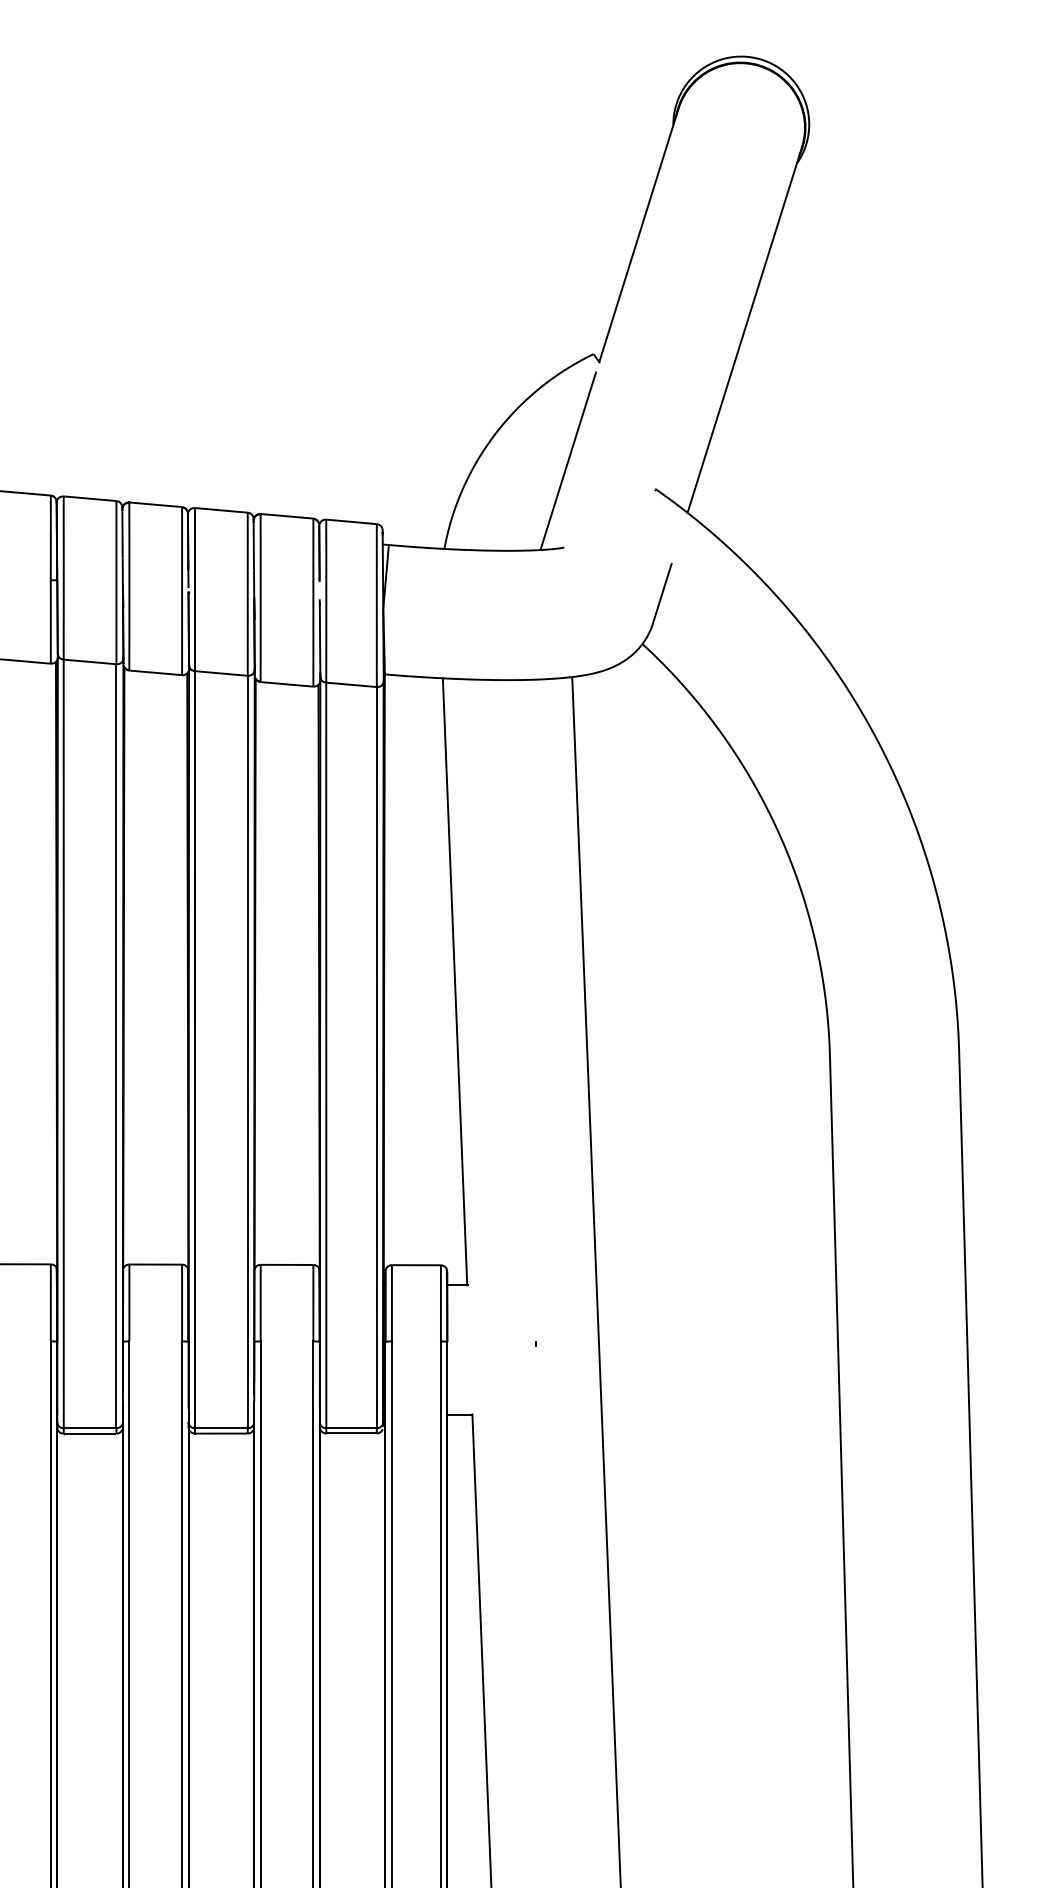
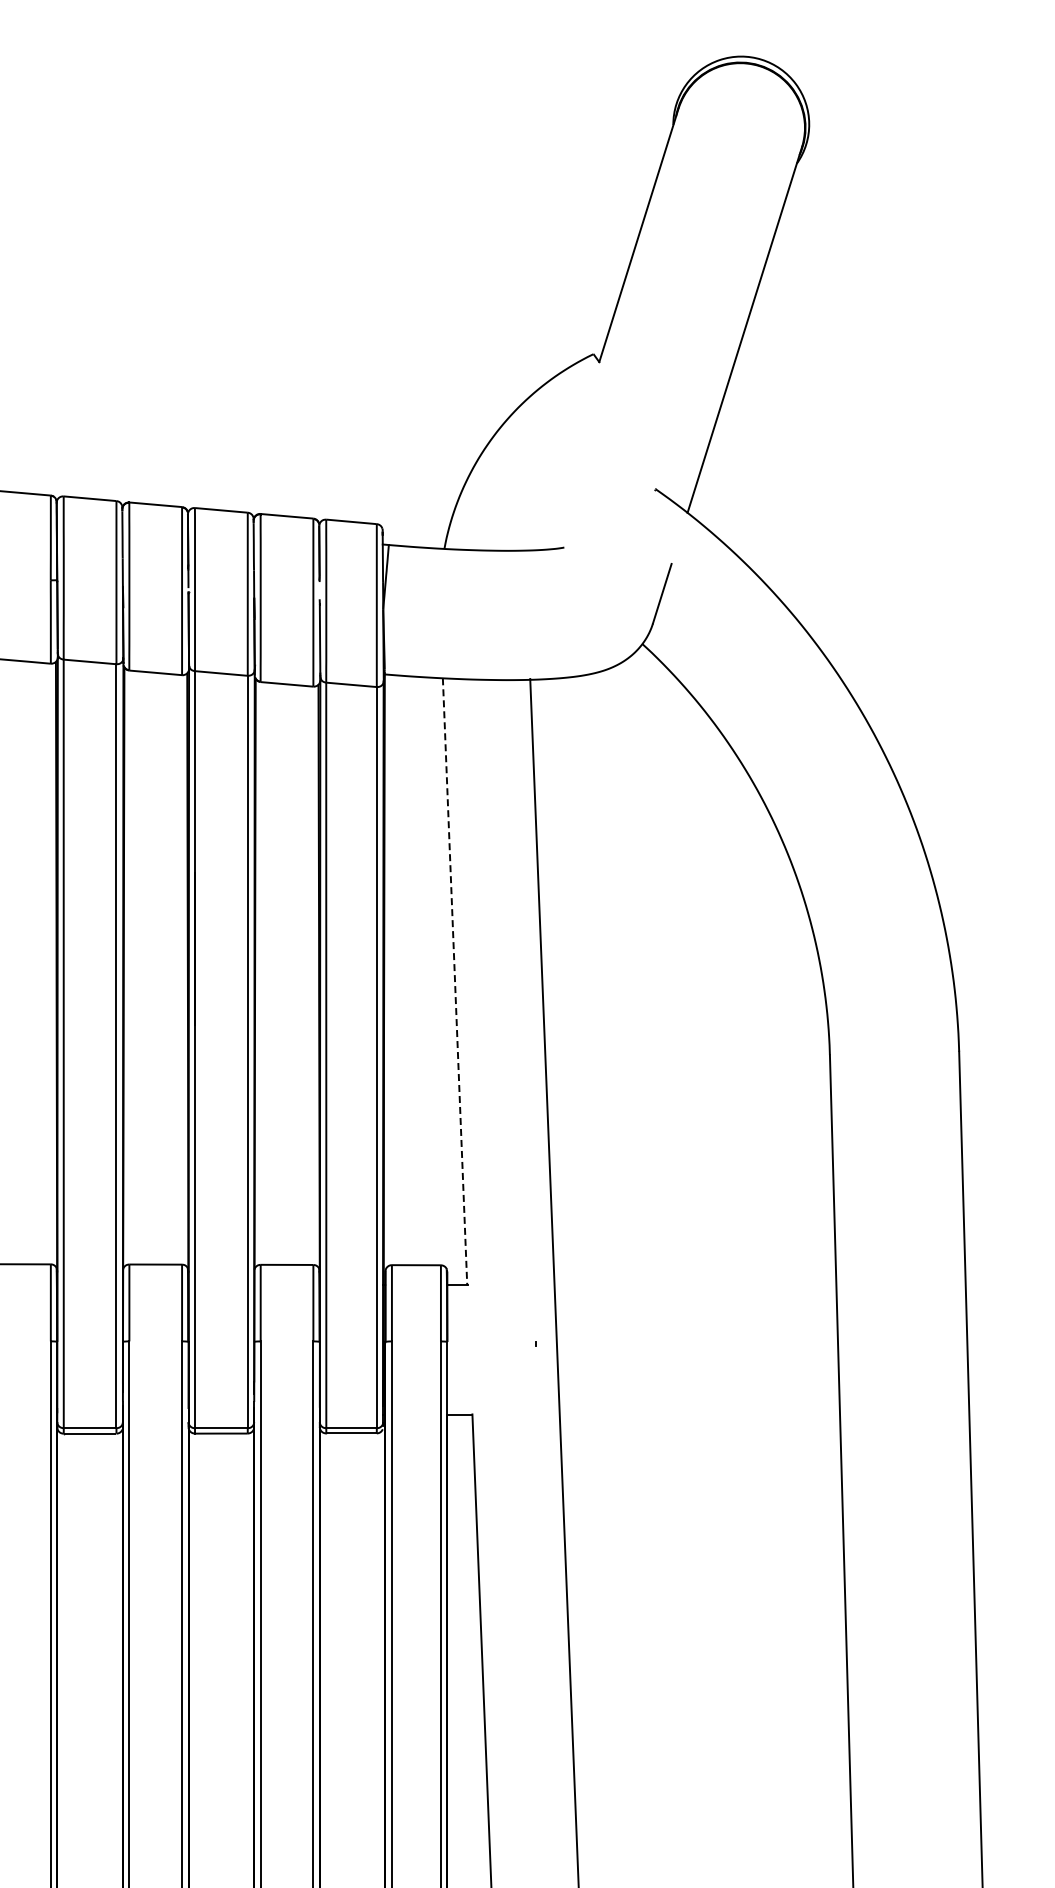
line at (568, 461): present -> none
line at (455, 981): solid -> dashed
line at (596, 1280) position: (596, 1280) -> (554, 1281)
